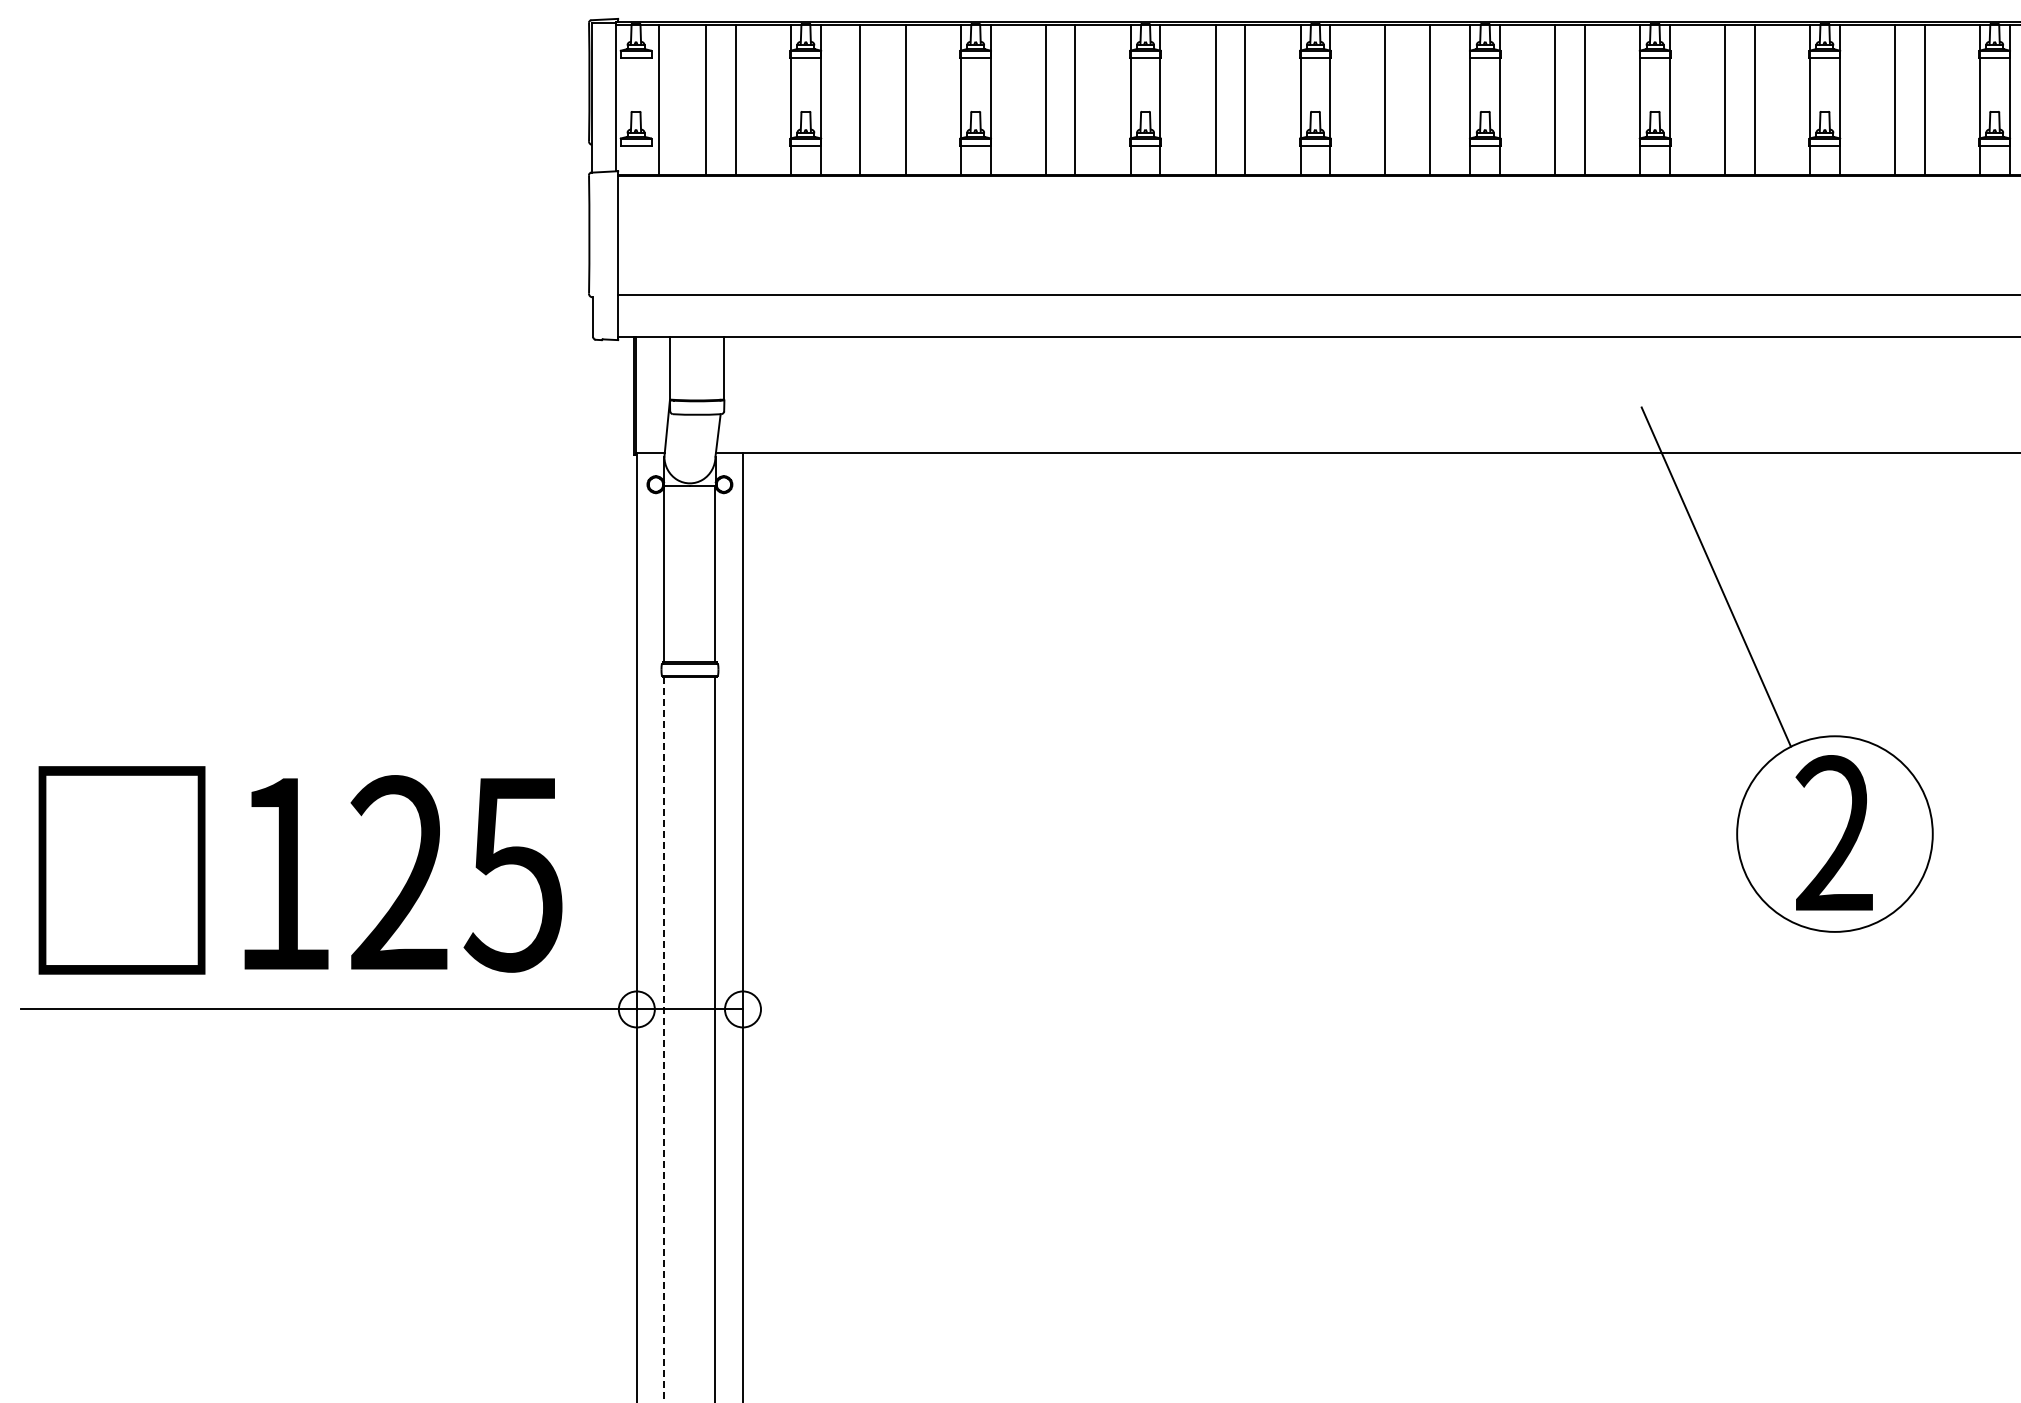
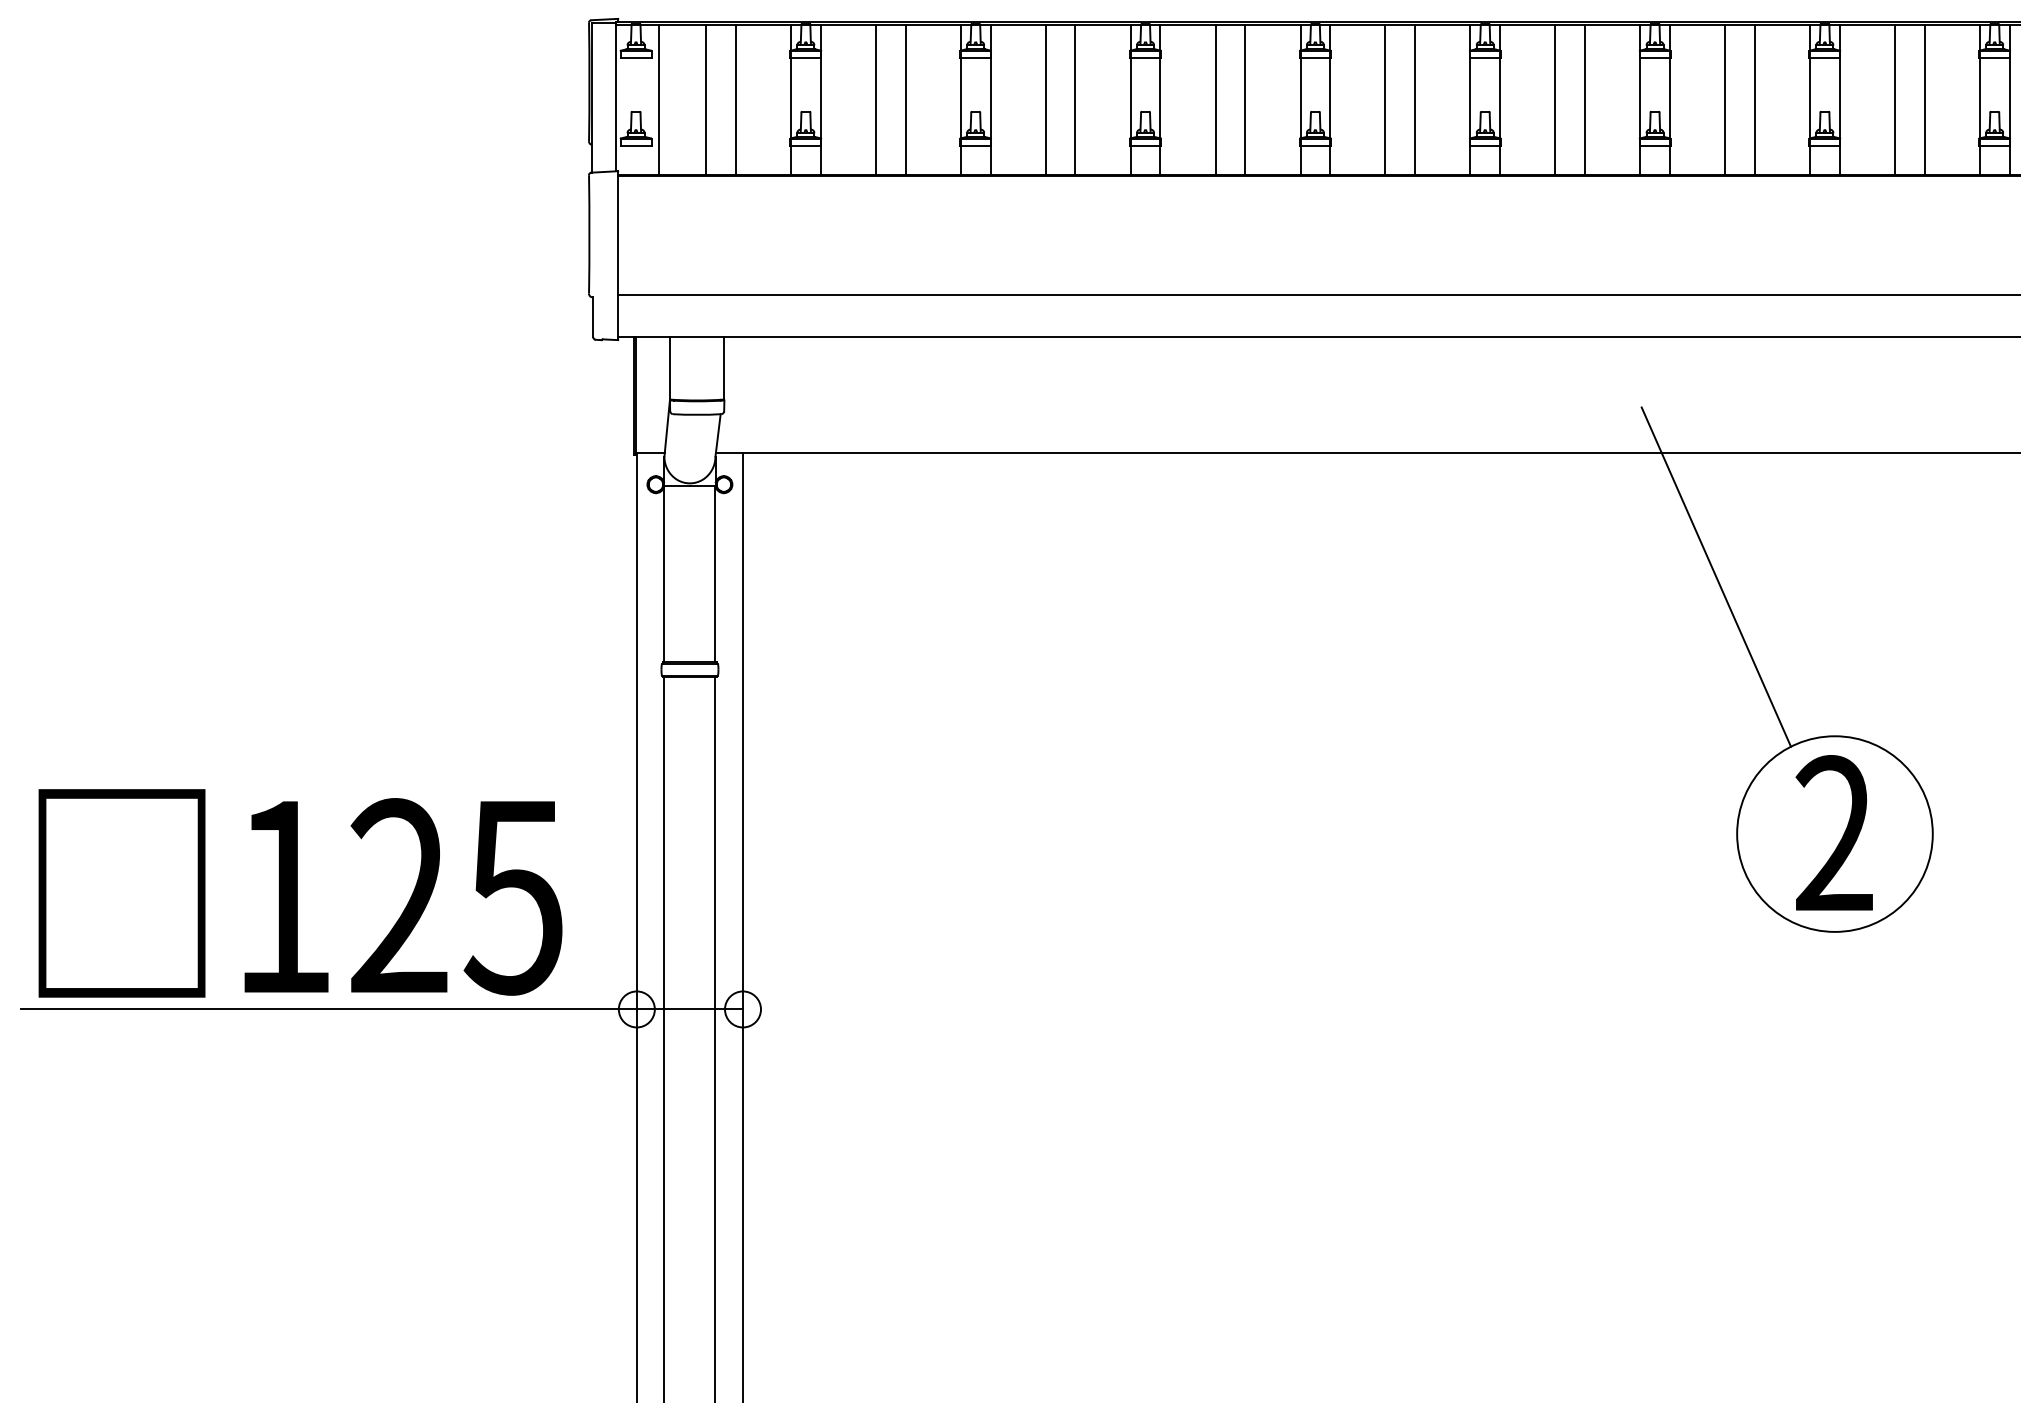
line at (859, 99) position: (859, 99) -> (875, 99)
line at (1430, 99) position: (1430, 99) -> (1415, 99)
text at (300, 870) position: (300, 870) -> (300, 893)
line at (664, 1040): dashed -> solid
